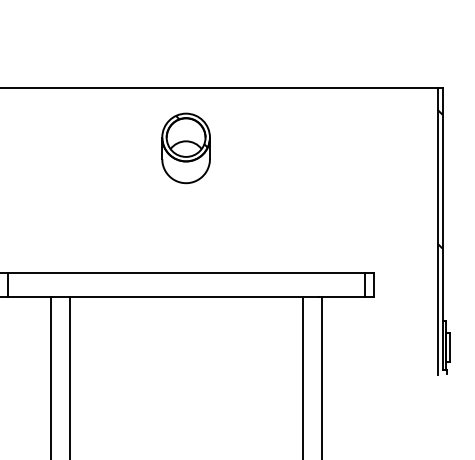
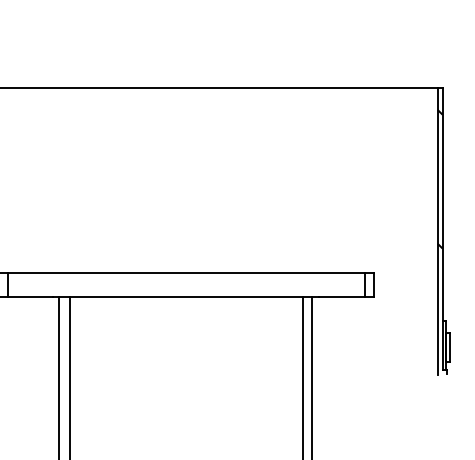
part at (185, 148): present -> none
line at (50, 376) position: (50, 376) -> (58, 376)
line at (321, 376) position: (321, 376) -> (311, 376)
